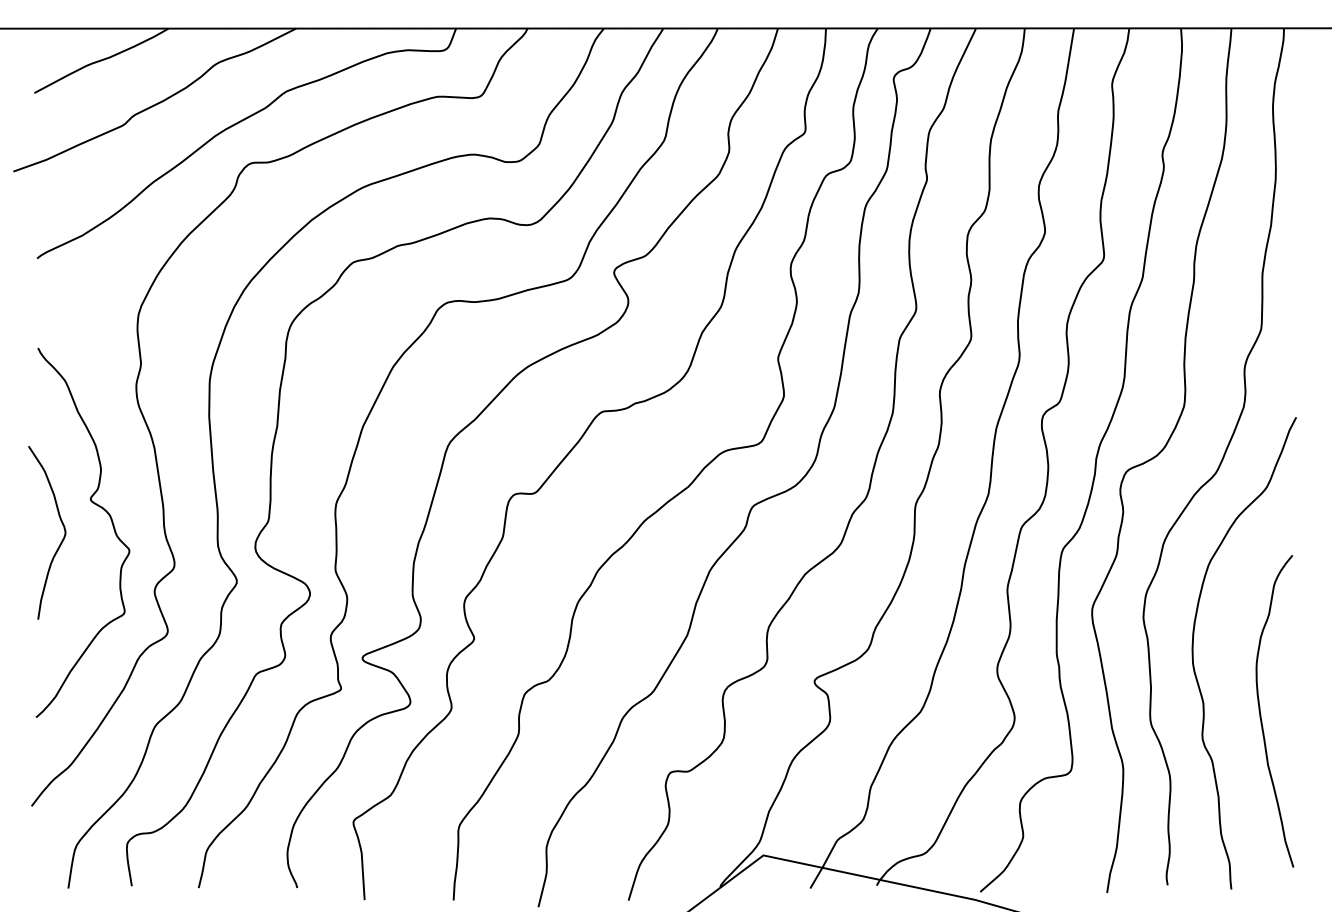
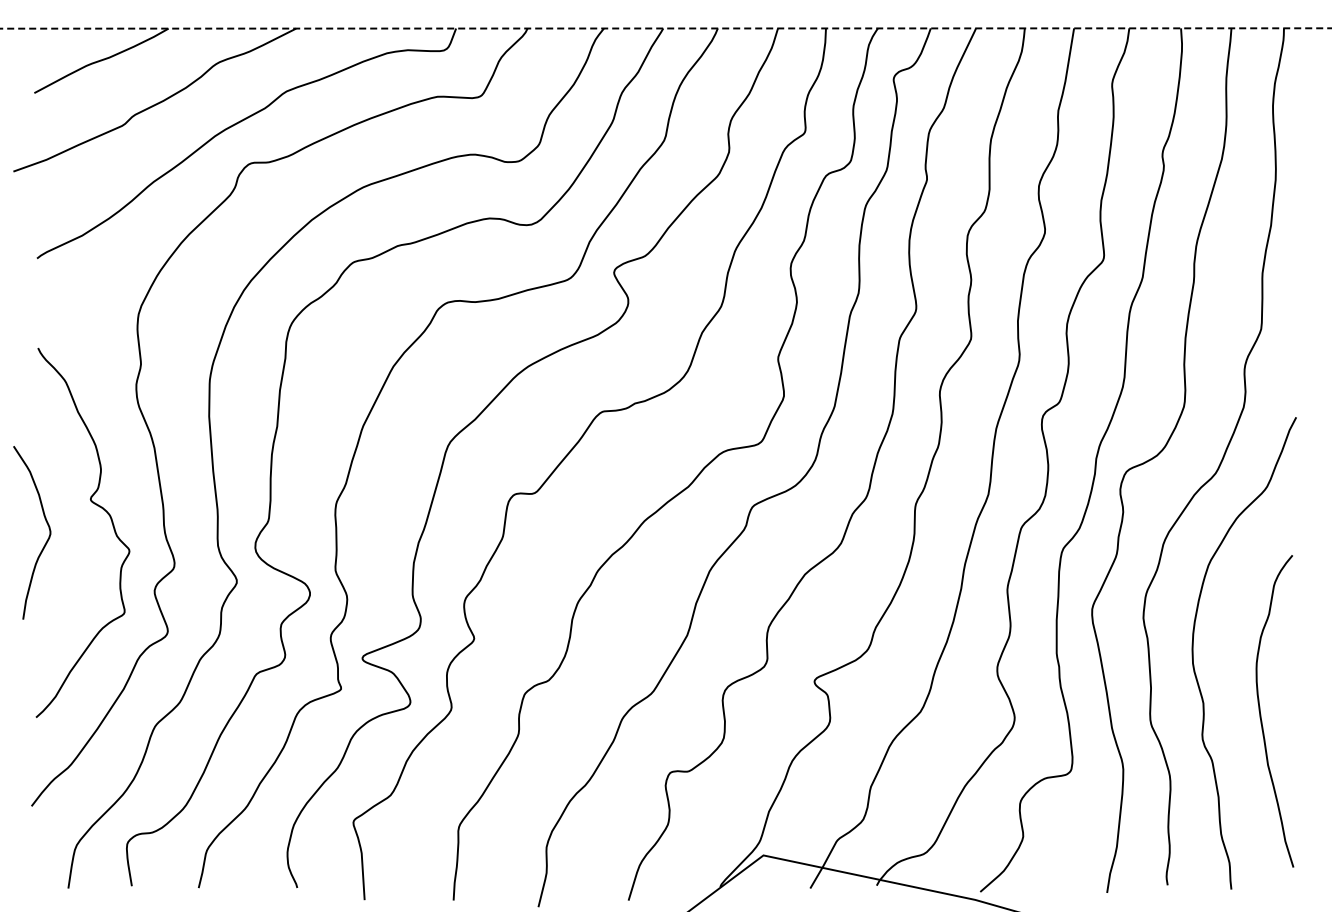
line at (666, 28): solid -> dashed
curve at (61, 540) position: (61, 540) -> (46, 540)
